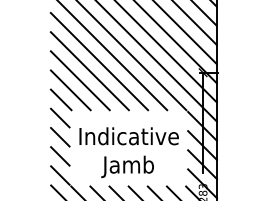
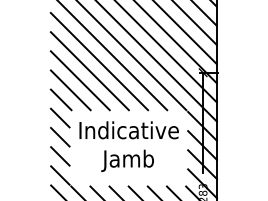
text at (128, 152) position: (128, 152) -> (128, 146)
